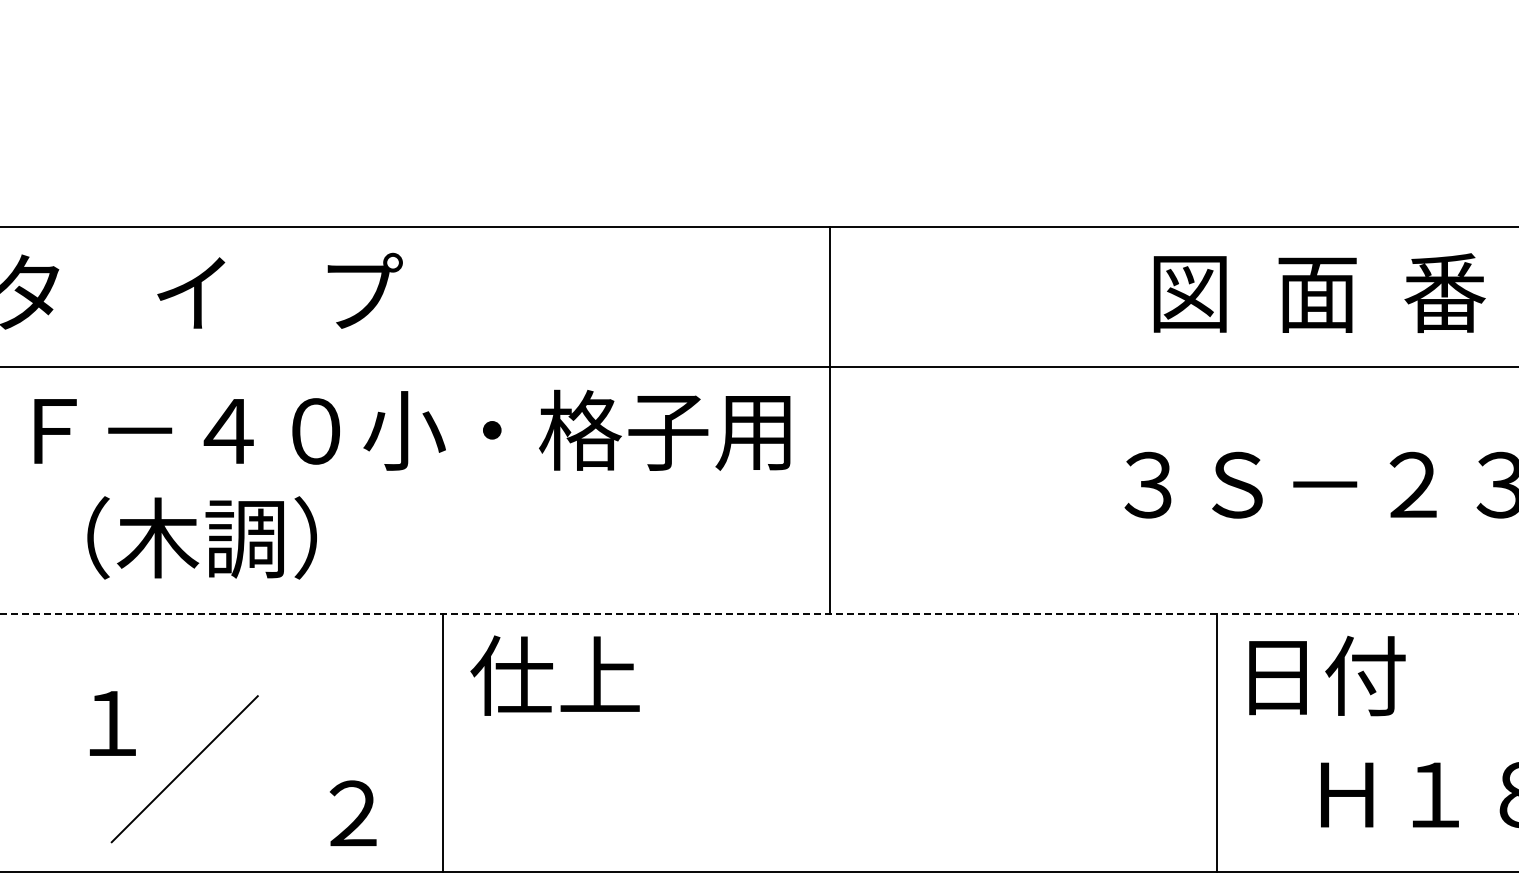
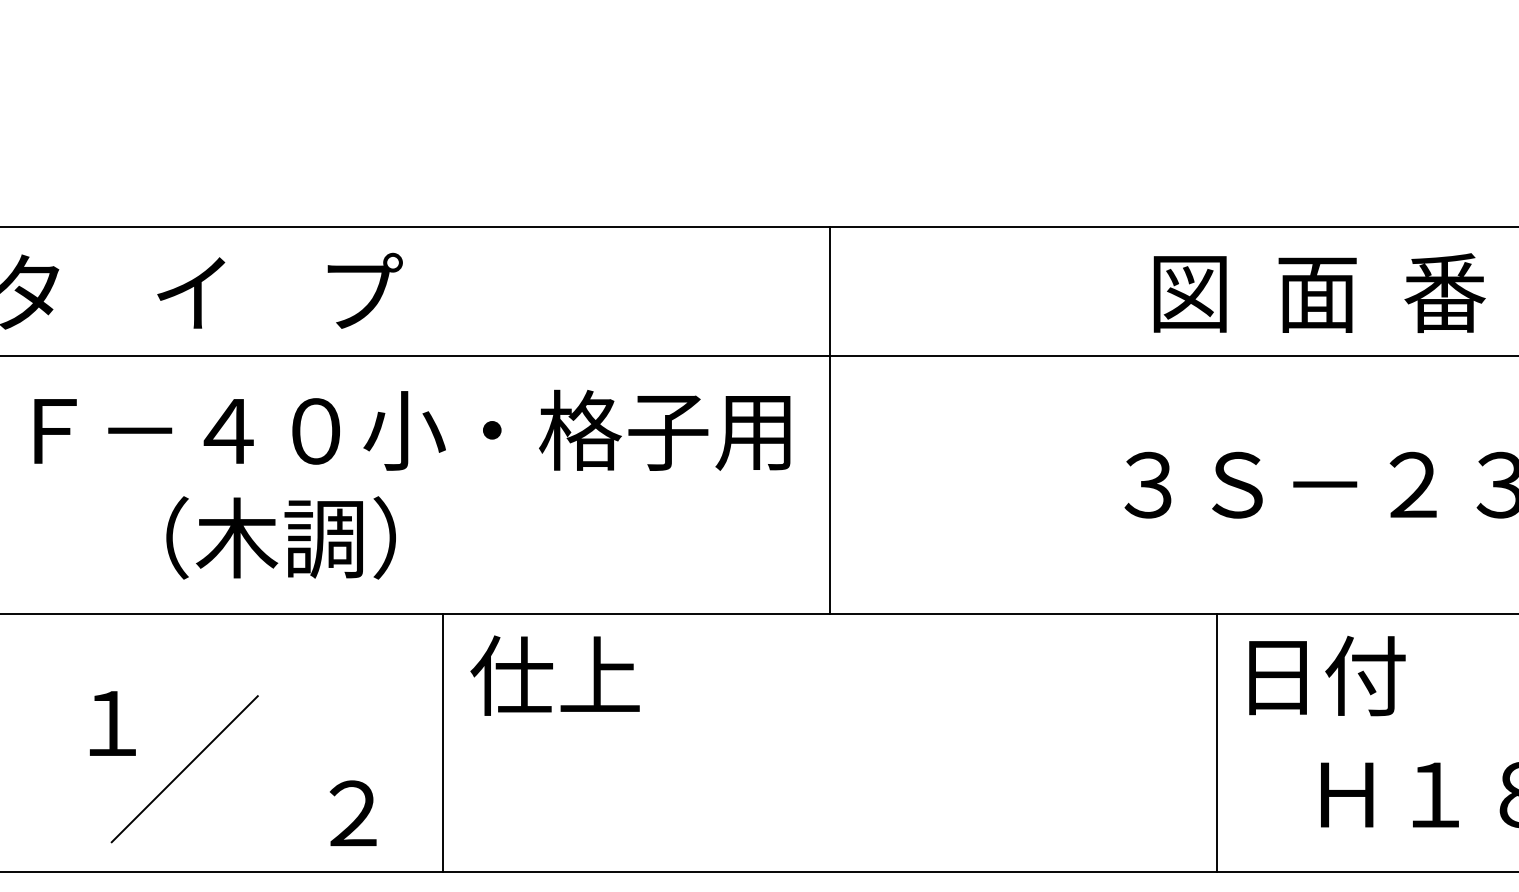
line at (758, 367) position: (758, 367) -> (758, 356)
text at (201, 537) position: (201, 537) -> (280, 537)
line at (759, 614): dashed -> solid
